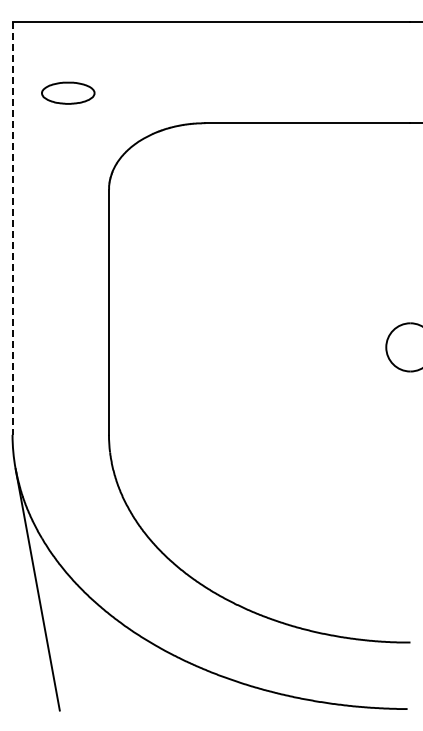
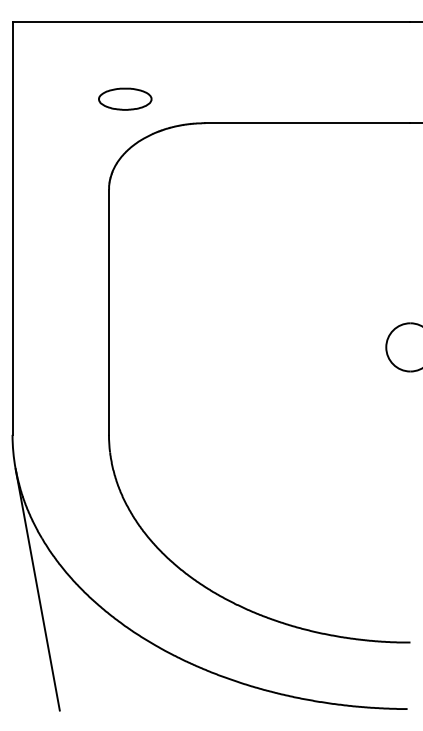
part at (68, 92) position: (68, 92) -> (125, 98)
line at (12, 228): dashed -> solid
